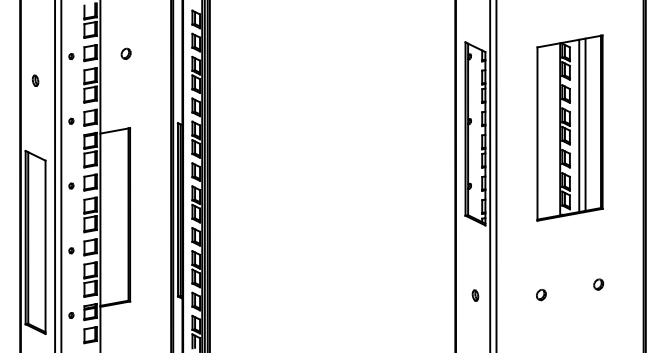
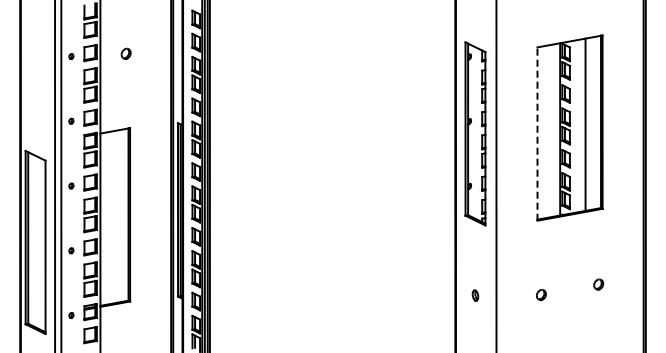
part at (35, 80): present -> none
line at (579, 125): present -> none
line at (537, 134): solid -> dashed
line at (490, 175): present -> none
